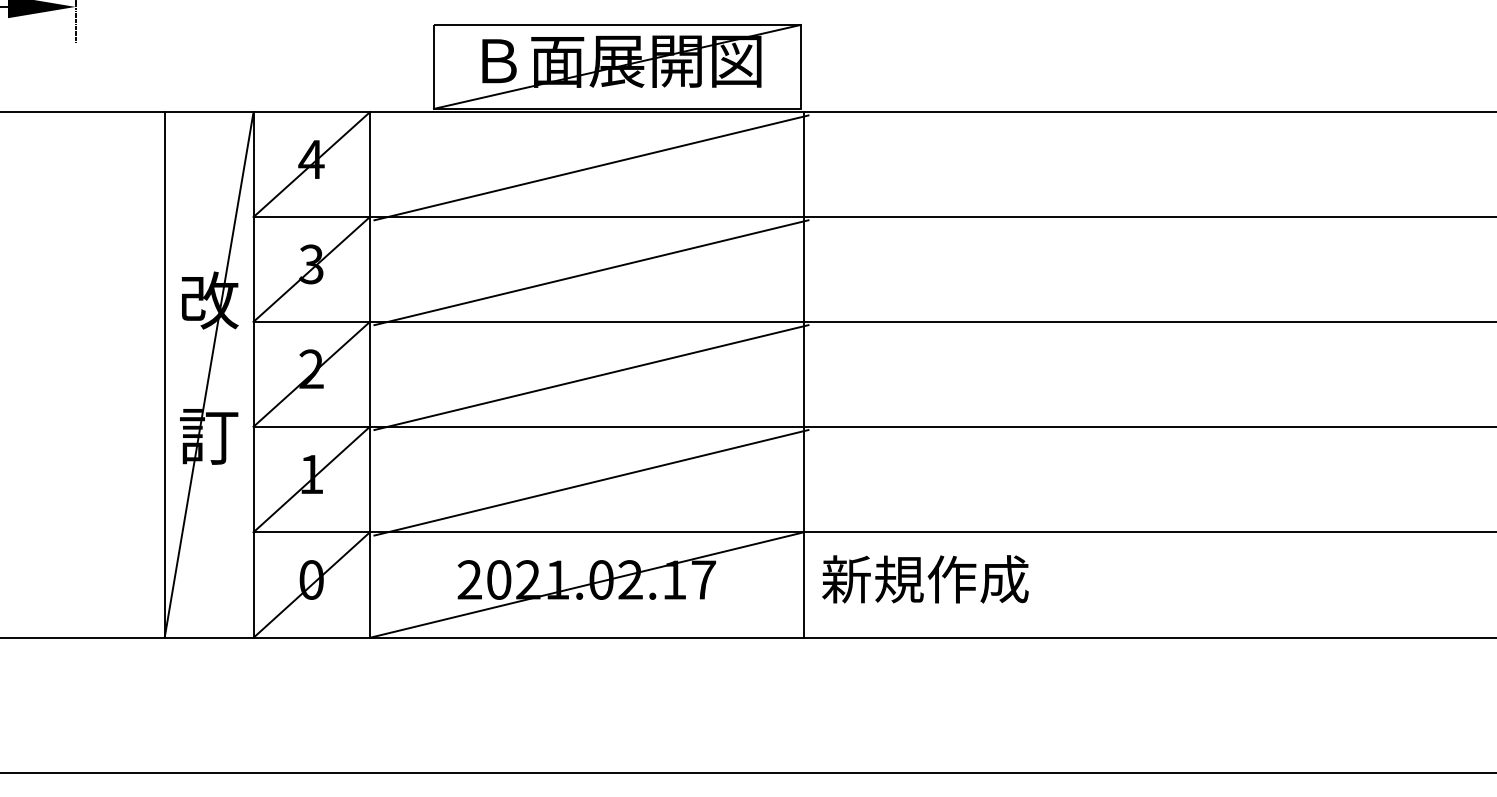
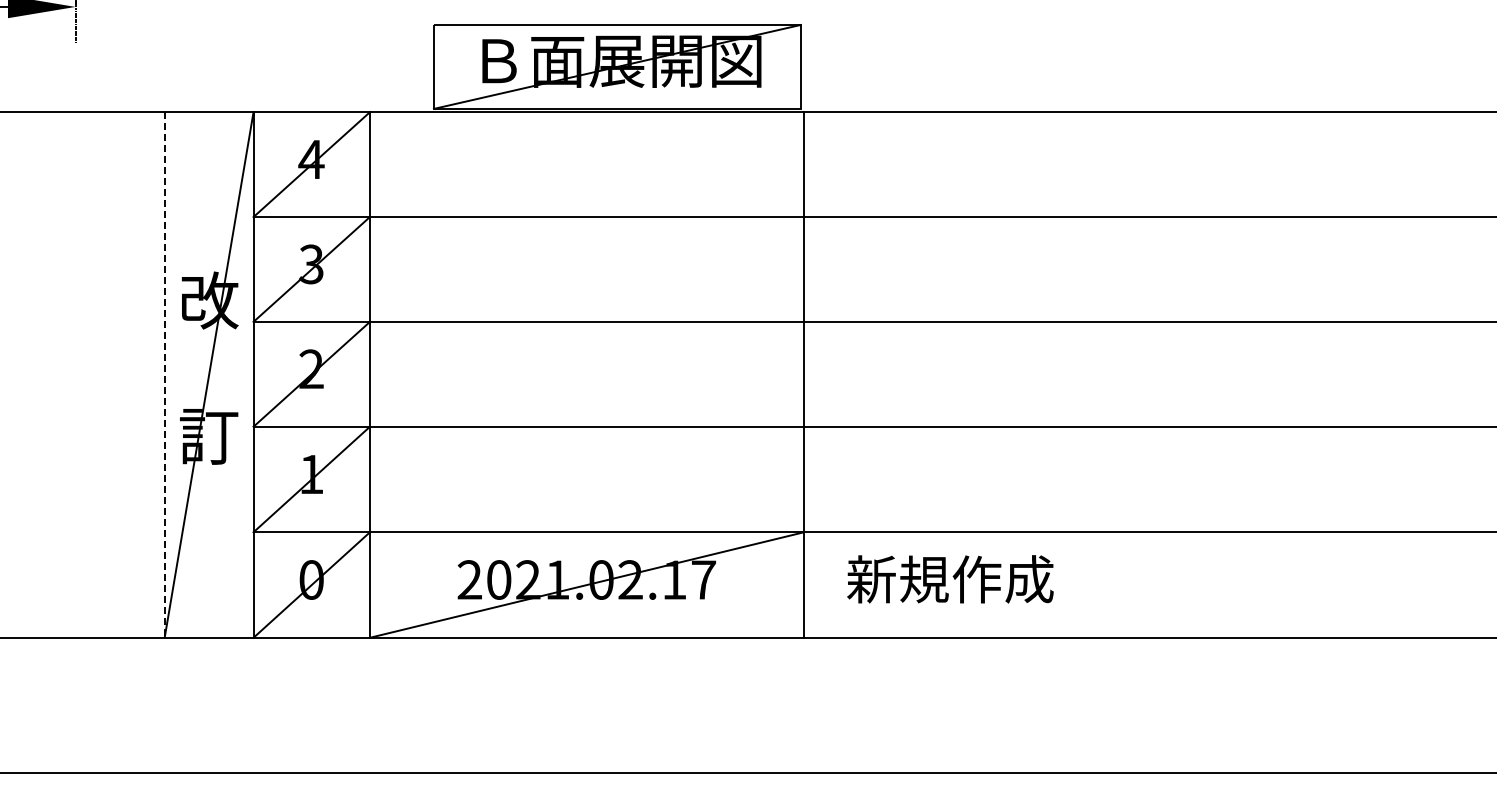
line at (591, 167): present -> none
line at (591, 272): present -> none
line at (164, 374): solid -> dashed
line at (591, 377): present -> none
line at (591, 482): present -> none
text at (925, 579) position: (925, 579) -> (950, 579)
